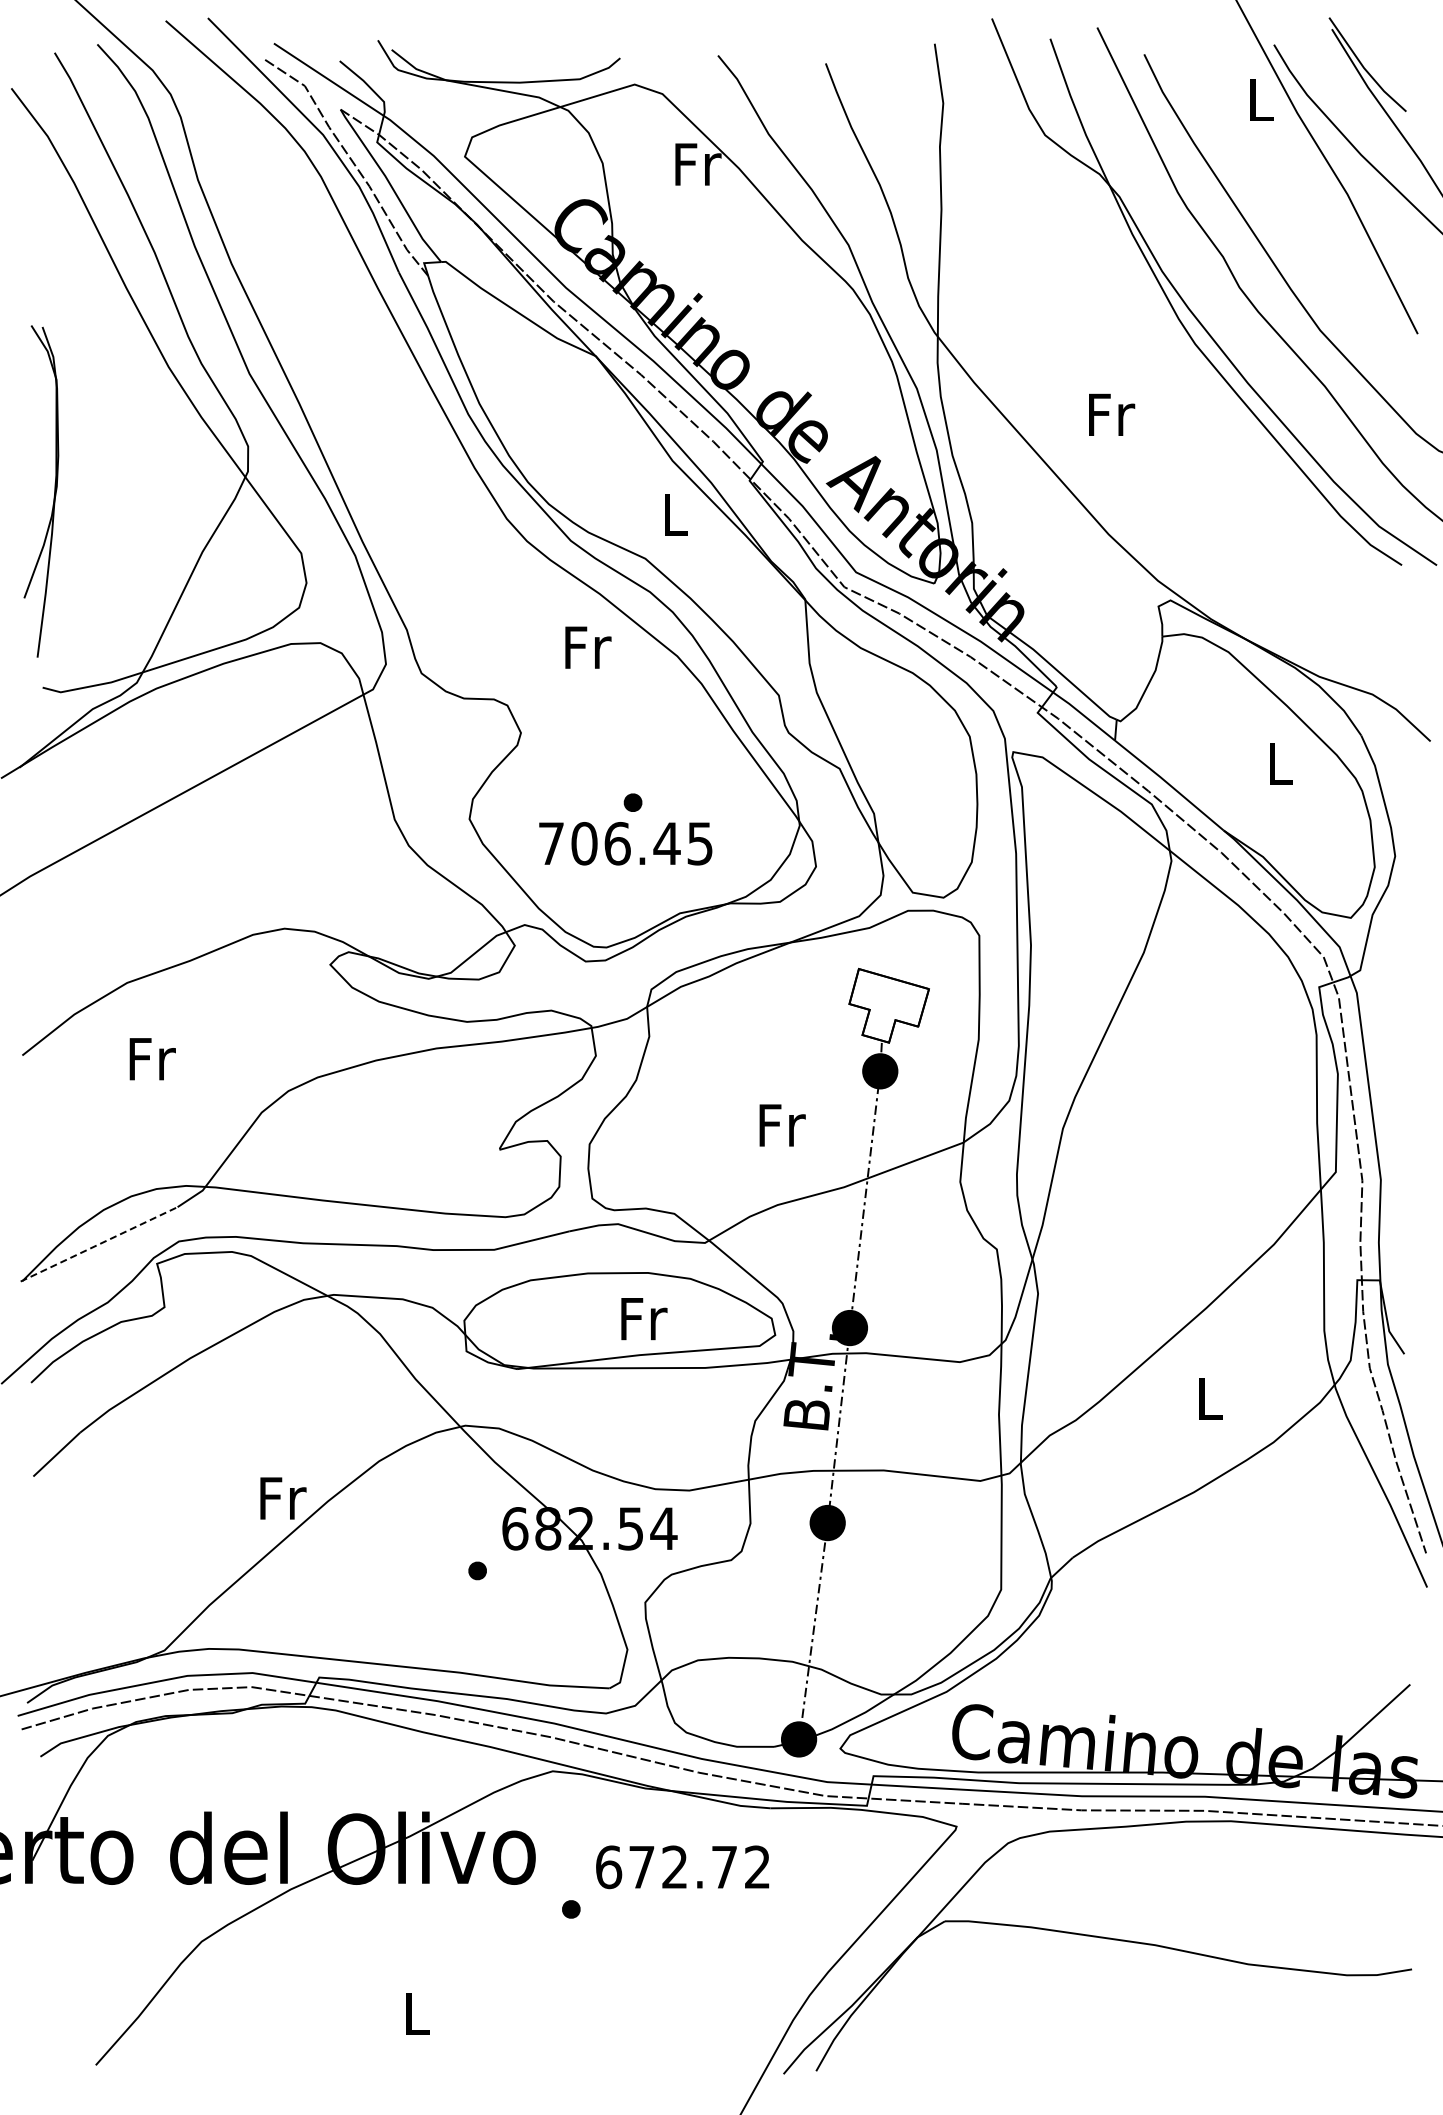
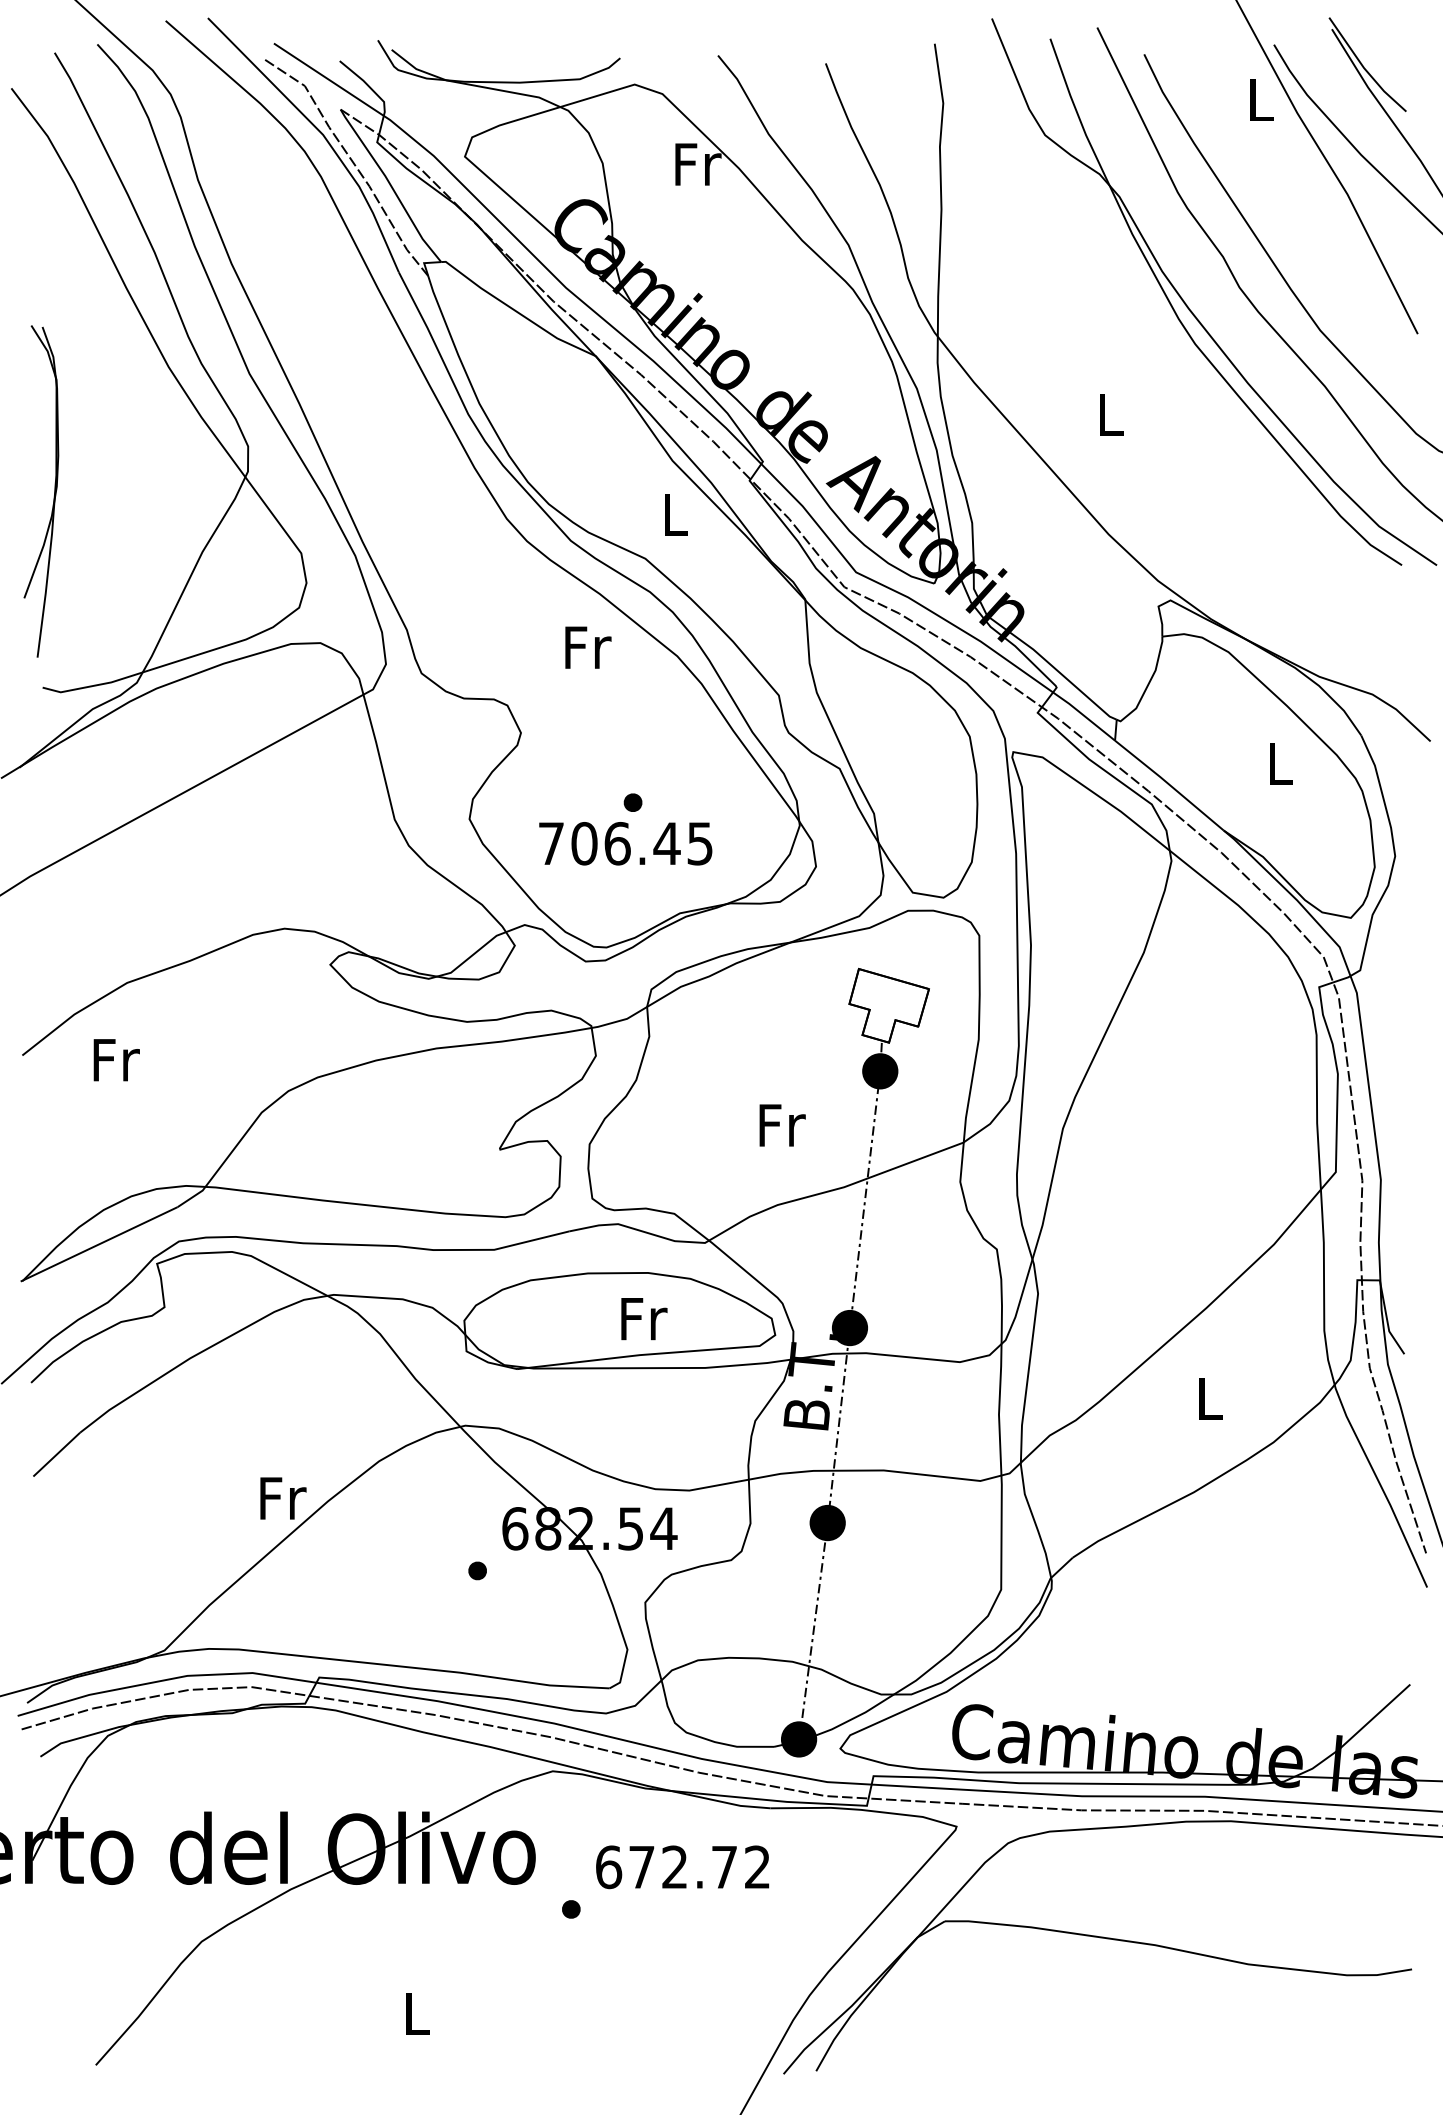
text at (1112, 414): Fr -> L
text at (152, 1059) position: (152, 1059) -> (116, 1060)
line at (99, 1244): dashed -> solid
